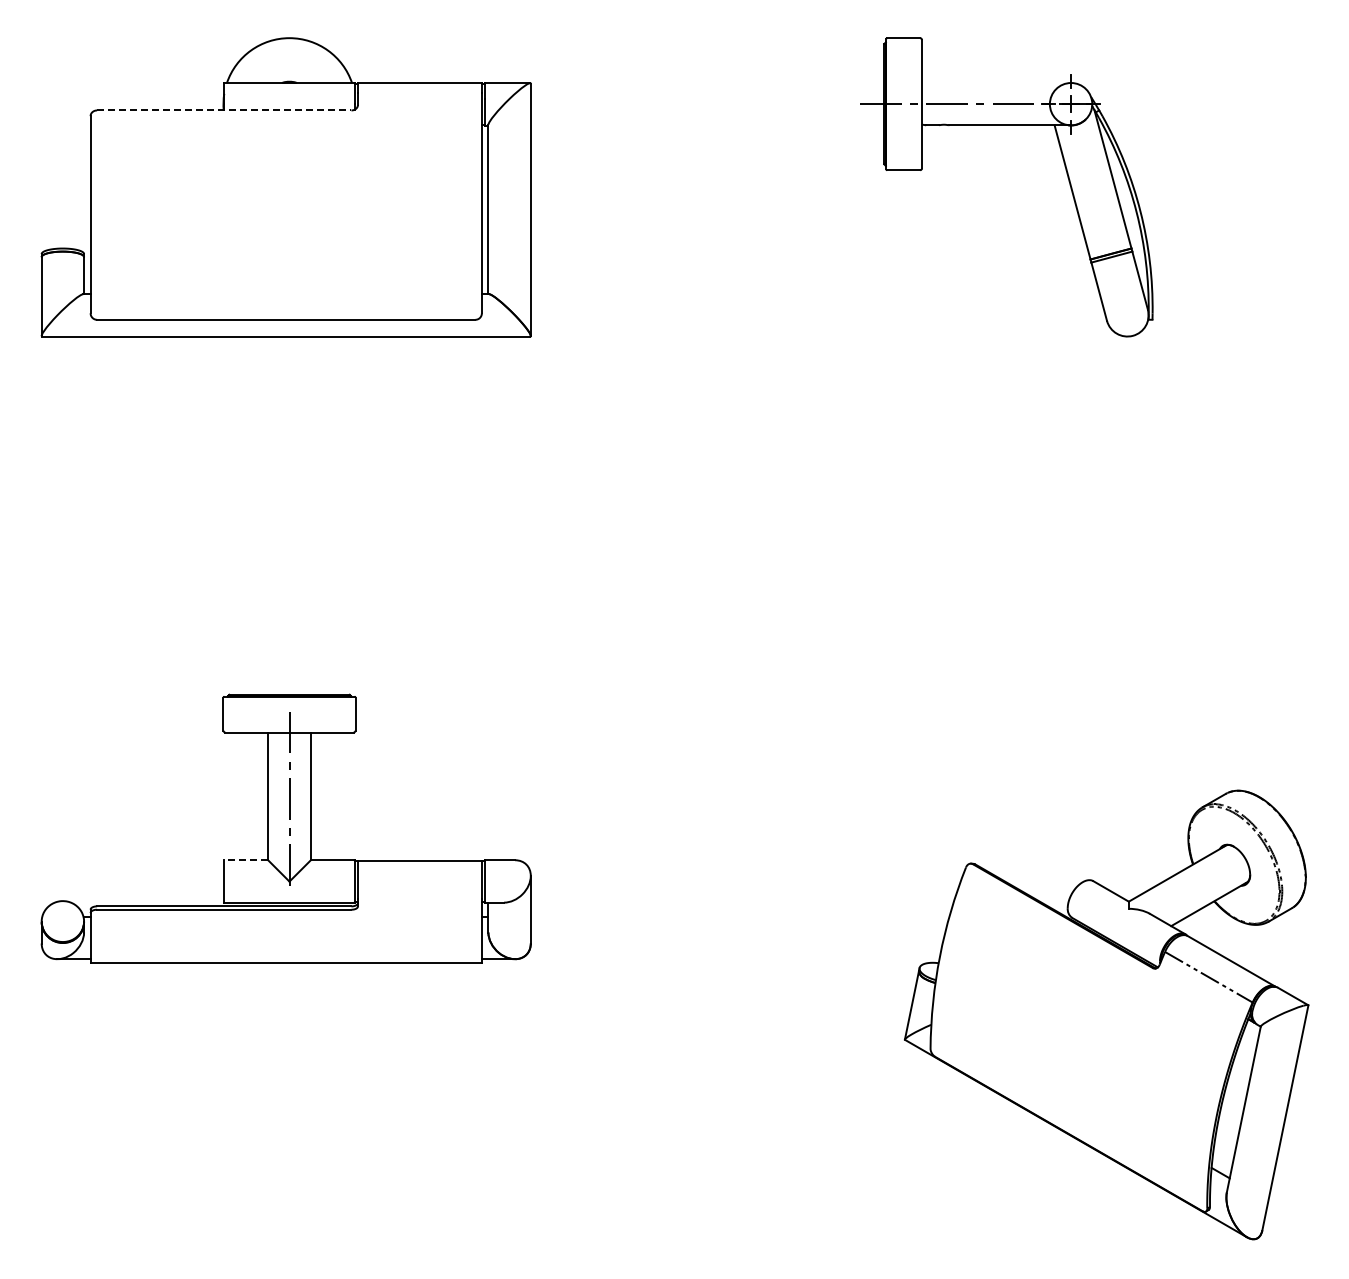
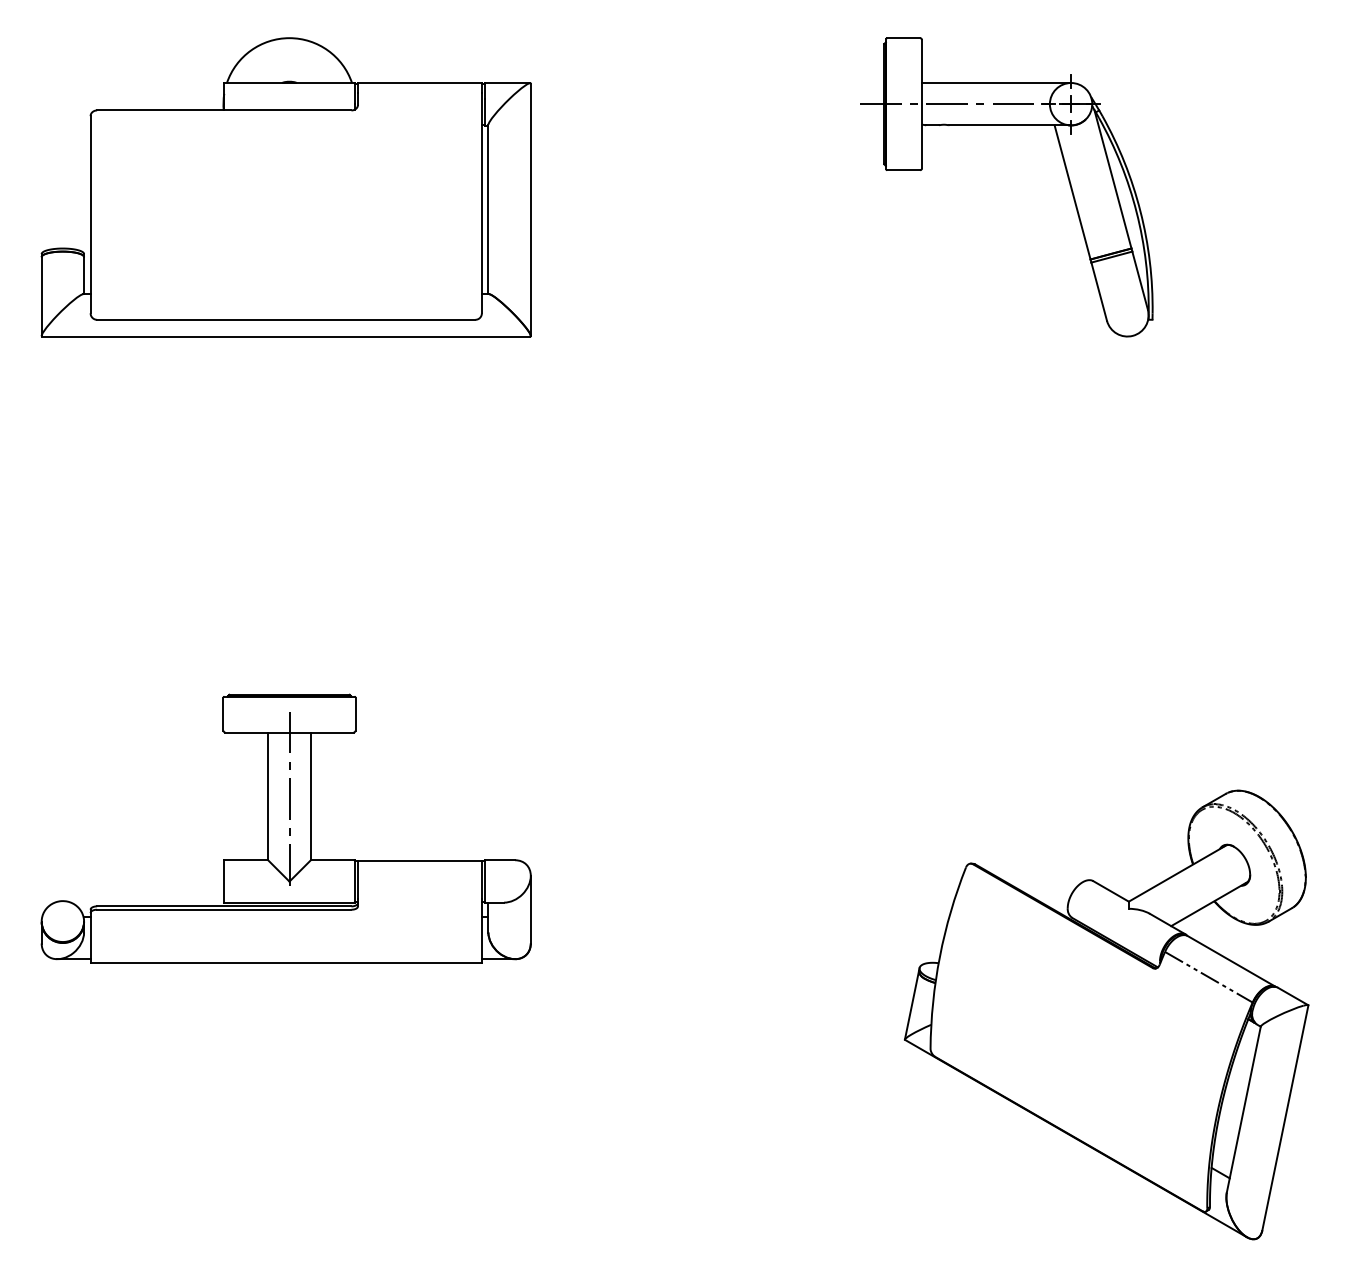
line at (996, 83): none -> present
line at (224, 110): dashed -> solid
line at (245, 860): dashed -> solid
